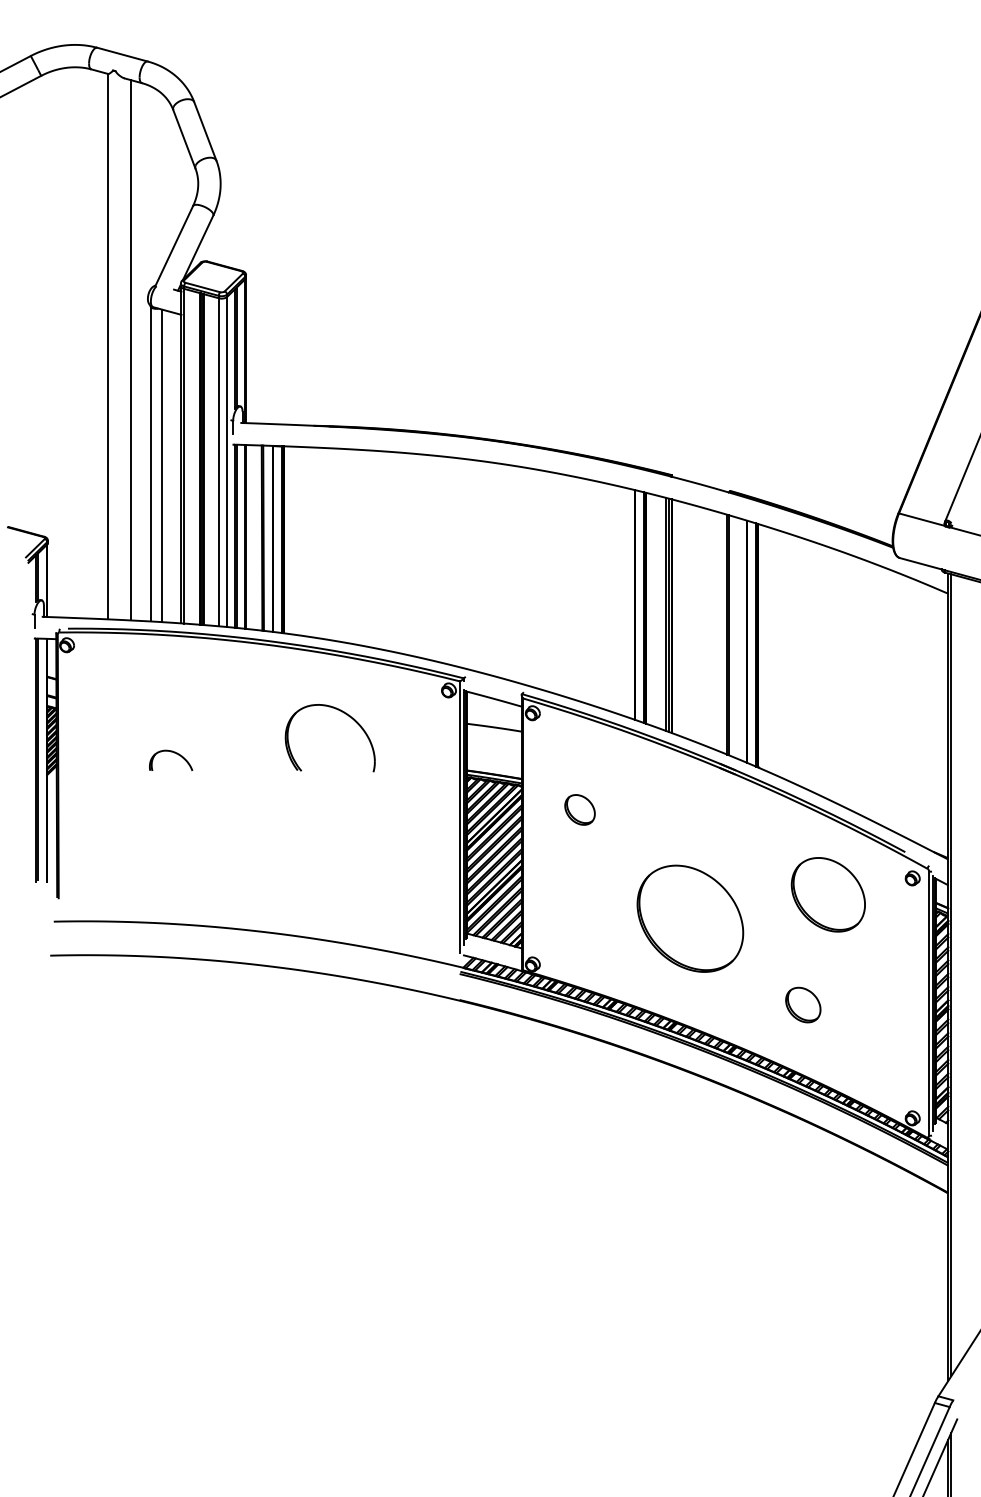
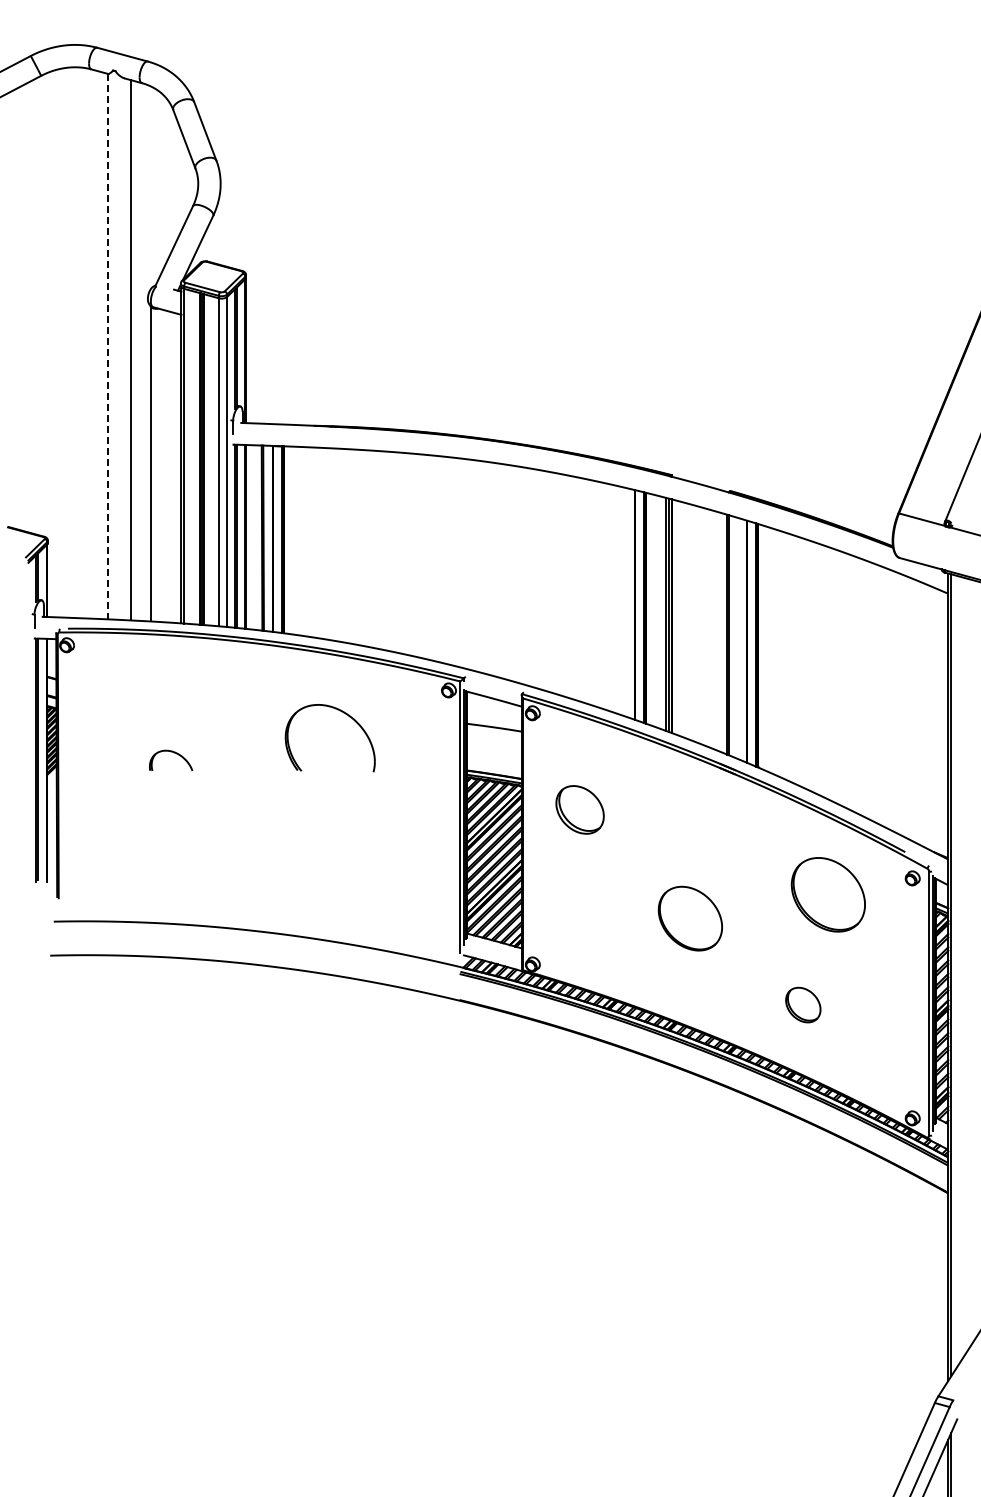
line at (108, 346): solid -> dashed
line at (161, 465): present -> none
part at (579, 809) size: 32x32 px -> 50x50 px
part at (690, 918) size: 109x109 px -> 66x67 px
